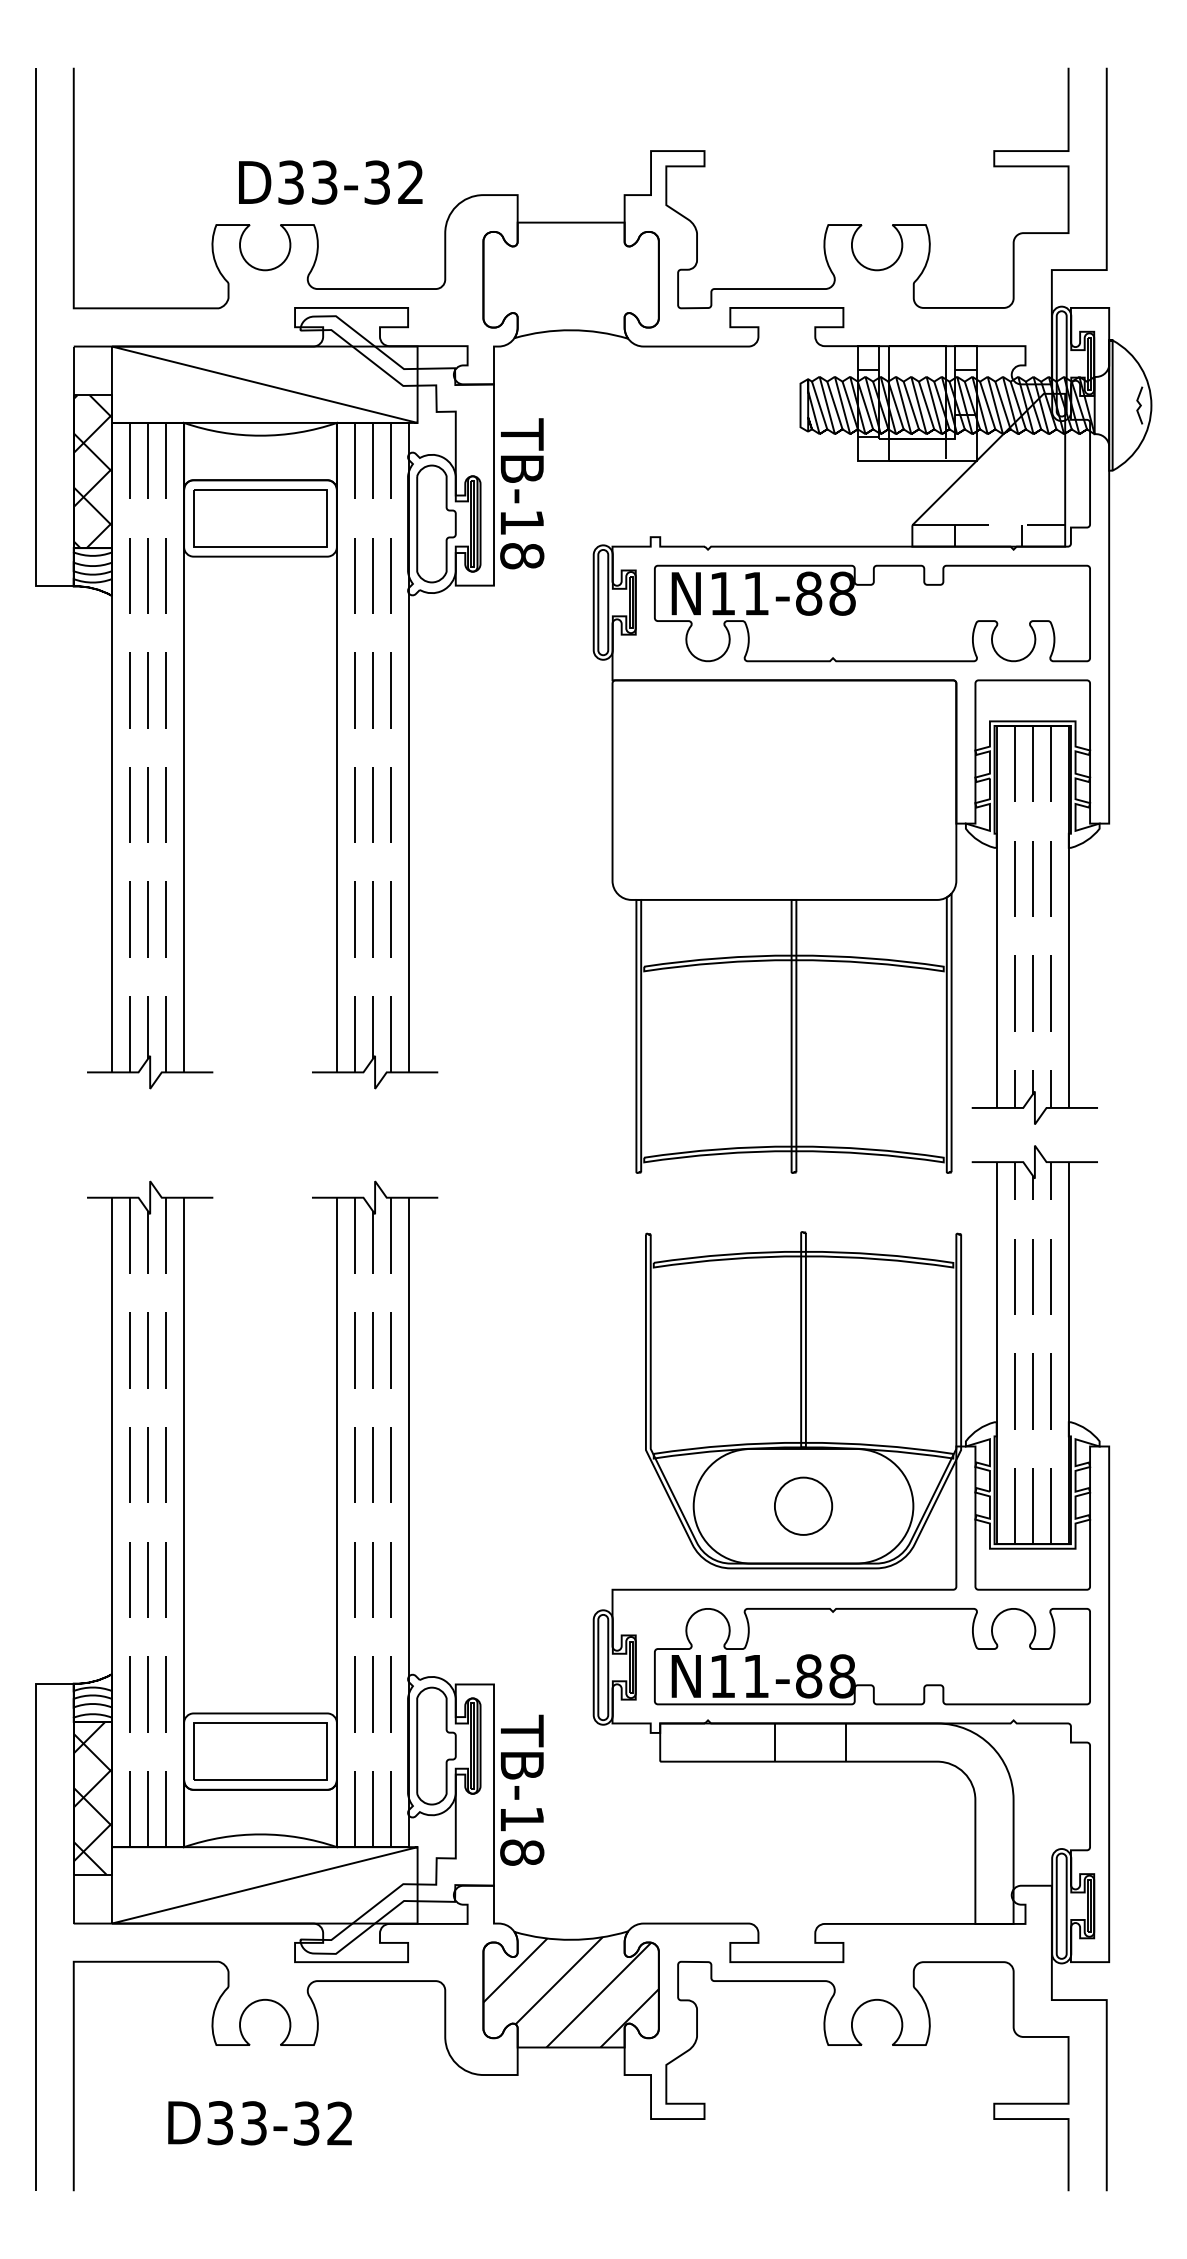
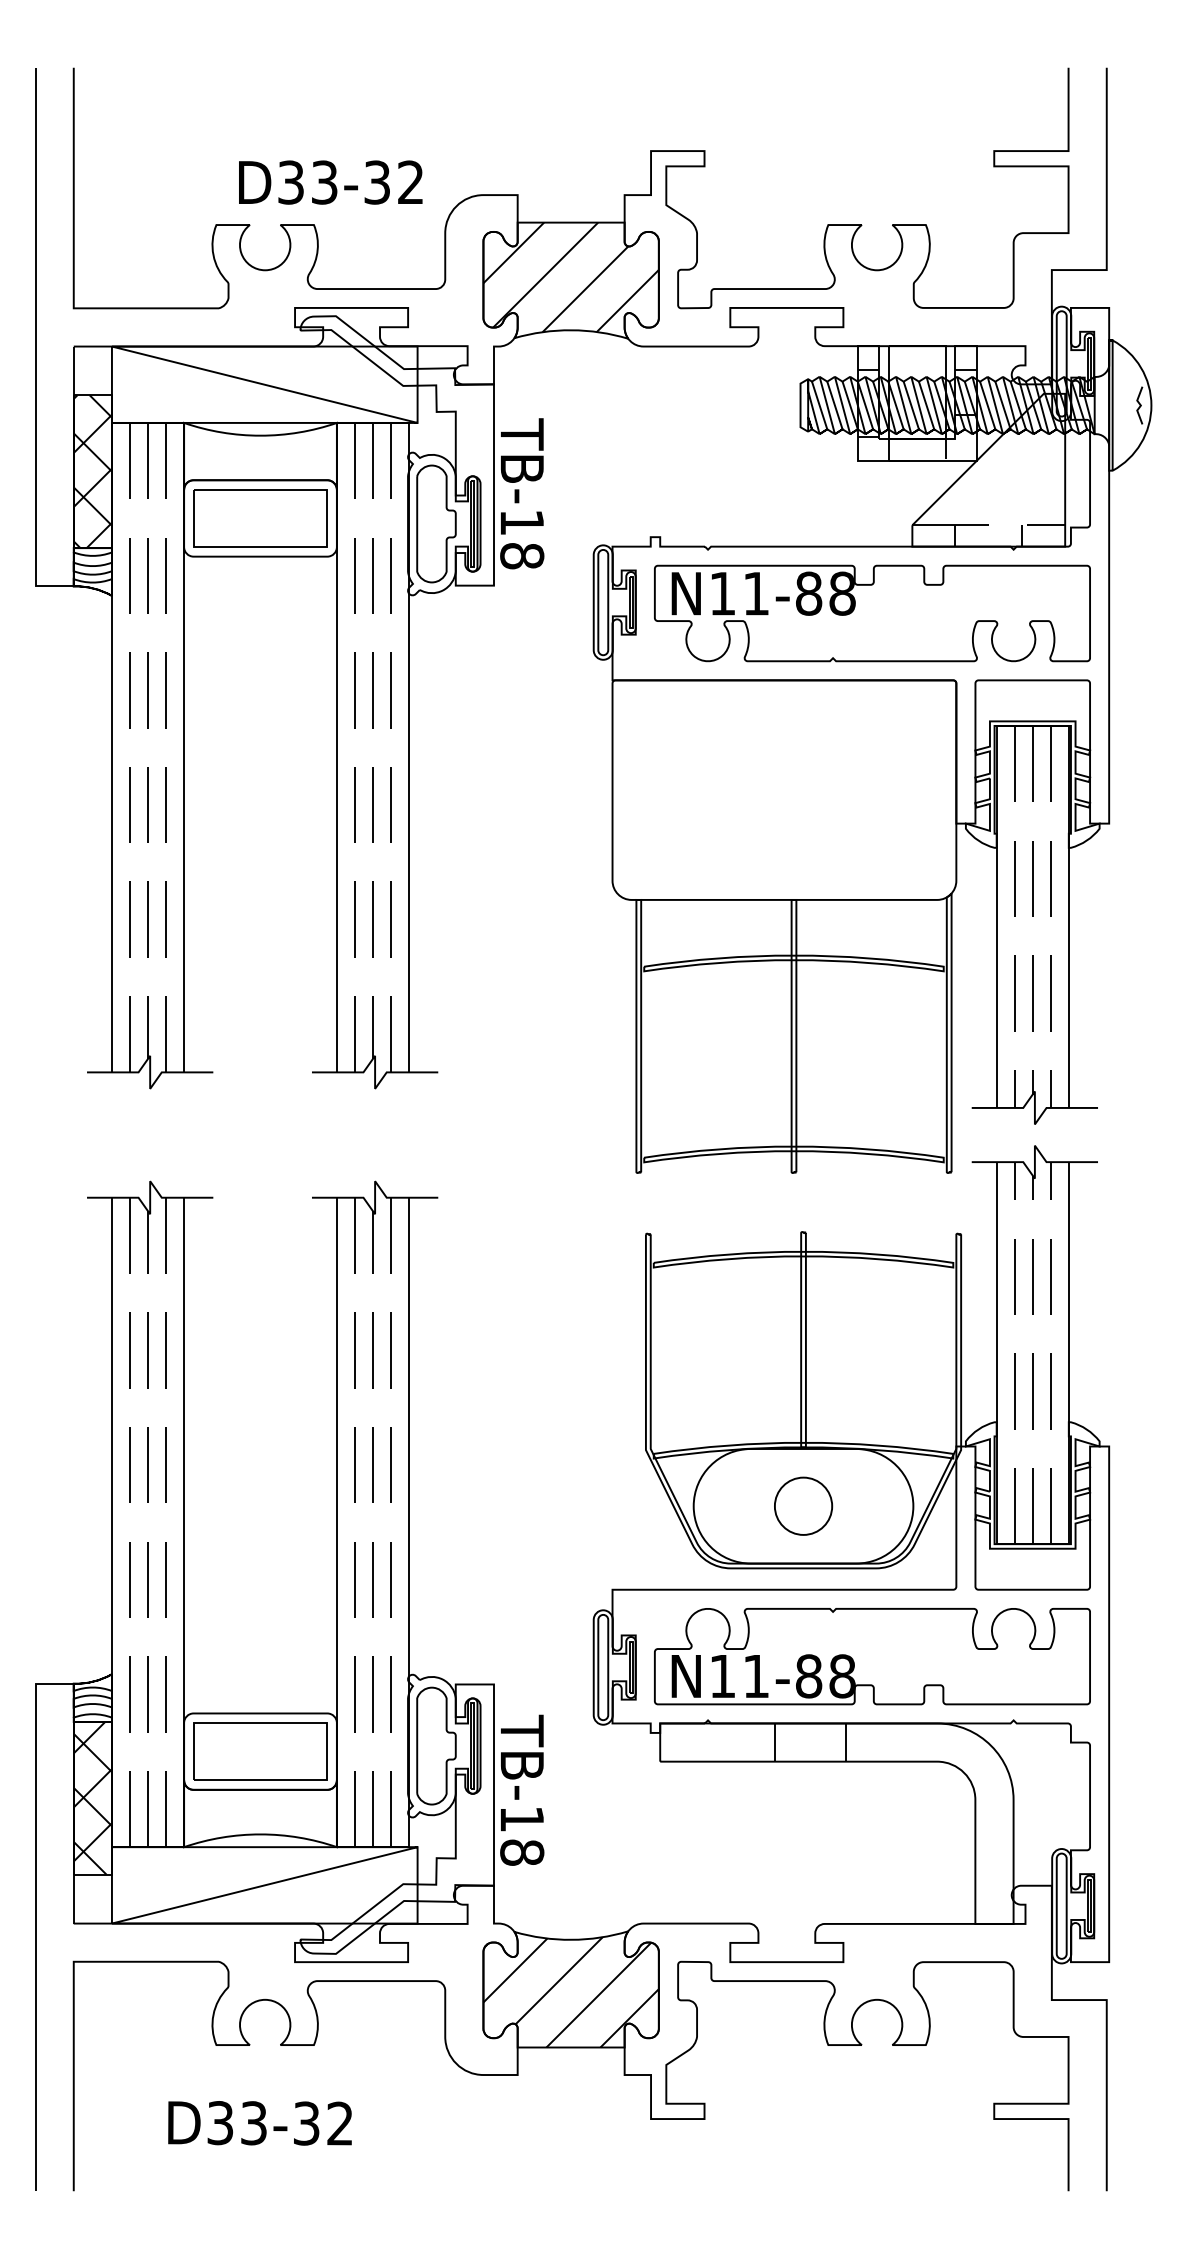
hatch at (570, 277): none -> present
